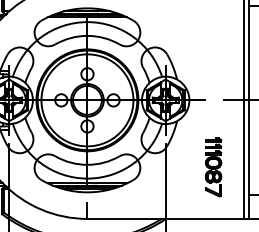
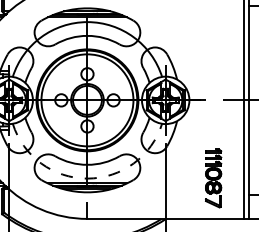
part at (213, 167) position: (213, 167) -> (213, 178)
arc at (87, 178): solid -> dashed
